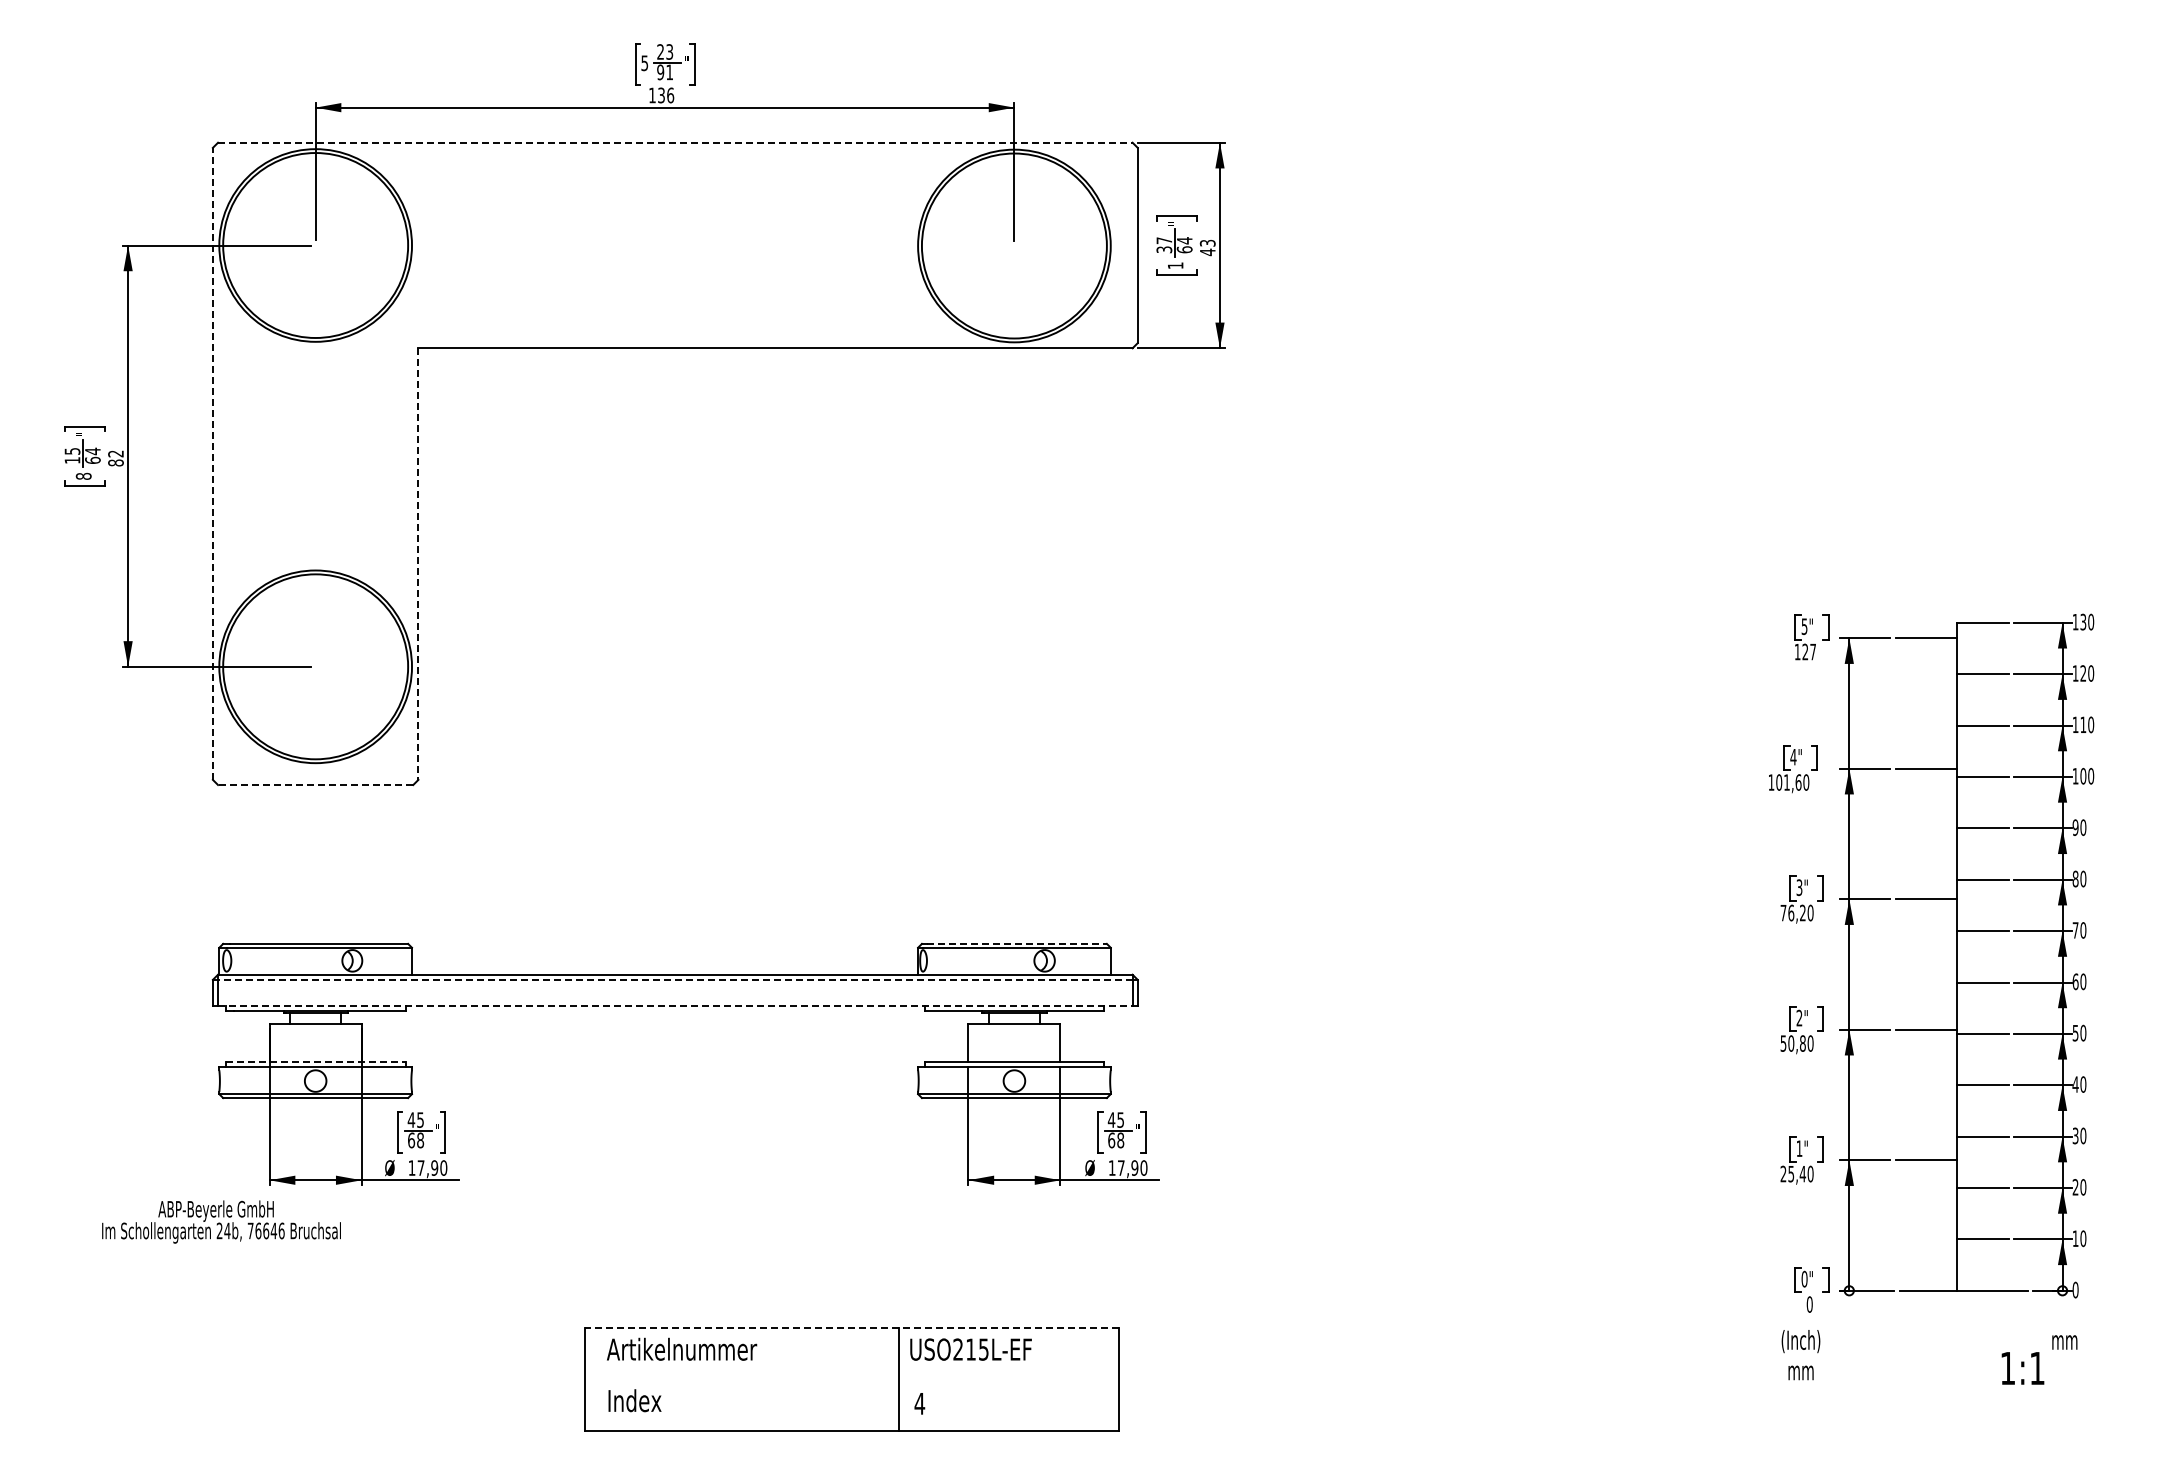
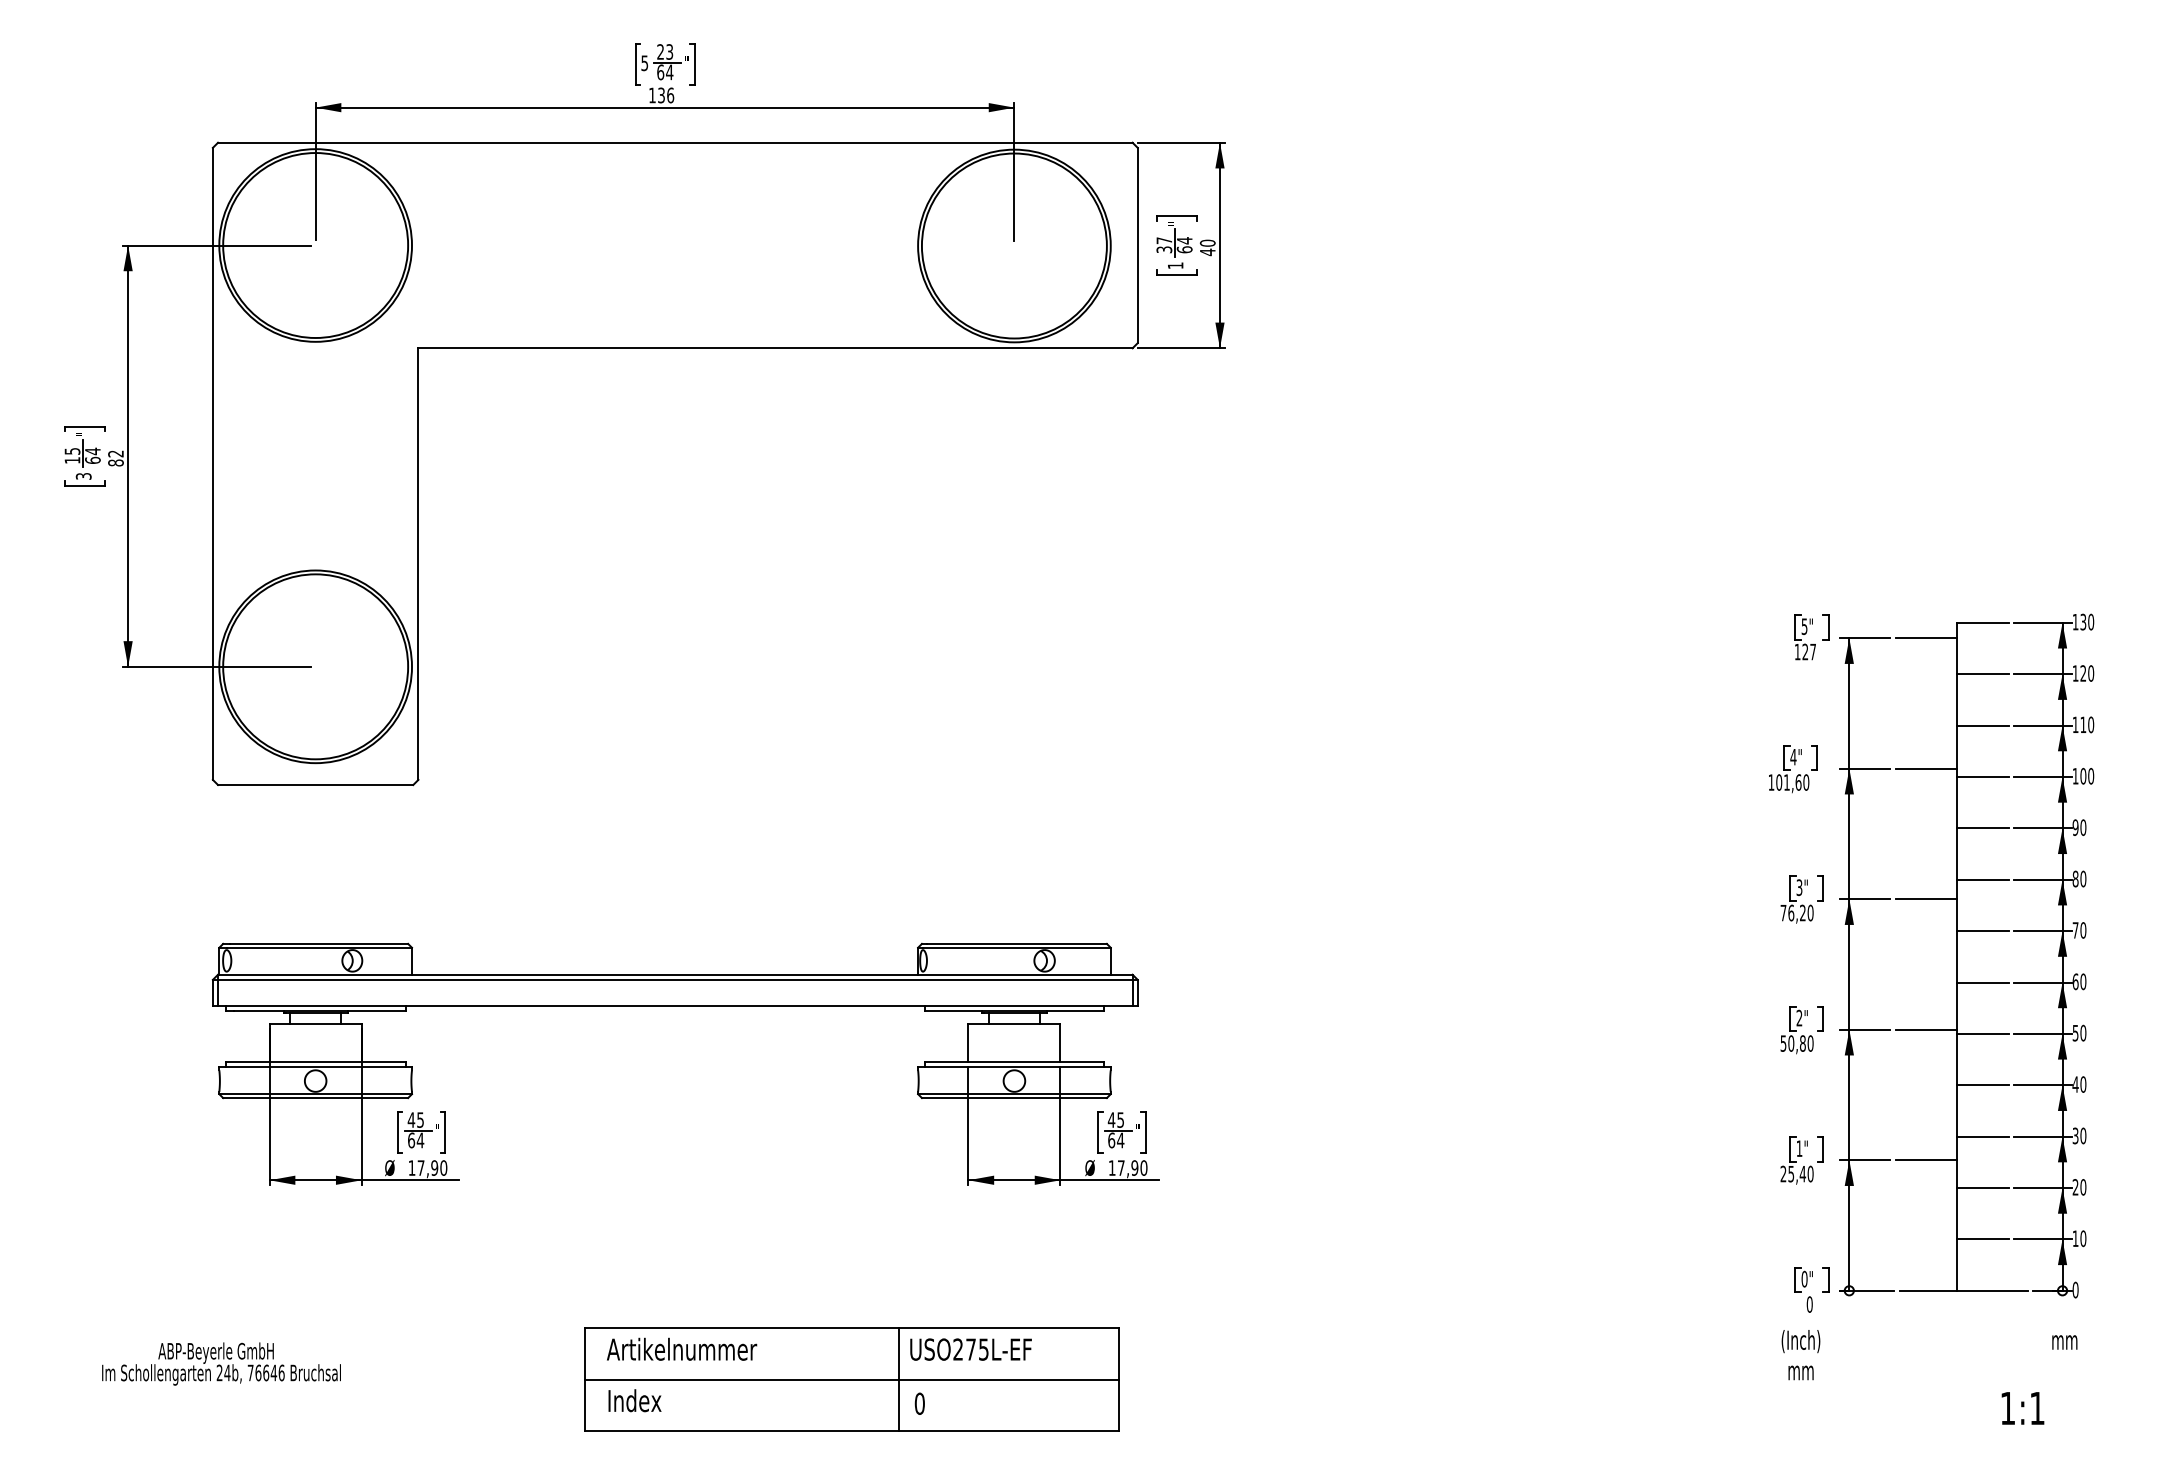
text at (665, 72): 91 -> 64
line at (675, 142): dashed -> solid
text at (1207, 242): 43 -> 40
line at (212, 463): dashed -> solid
text at (83, 475): 8 -> 3
line at (418, 564): dashed -> solid
line at (315, 785): dashed -> solid
line at (1017, 943): dashed -> solid
line at (674, 979): dashed -> solid
line at (675, 1005): dashed -> solid
line at (315, 1062): dashed -> solid
text at (420, 1140): 68 -> 64
text at (1120, 1140): 68 -> 64
text at (221, 1221) position: (221, 1221) -> (221, 1363)
line at (852, 1328): dashed -> solid
text at (970, 1349): USO215L-EF -> USO275L-EF
text at (2022, 1368) position: (2022, 1368) -> (2022, 1408)
line at (851, 1379): none -> present
text at (919, 1403): 4 -> 0
